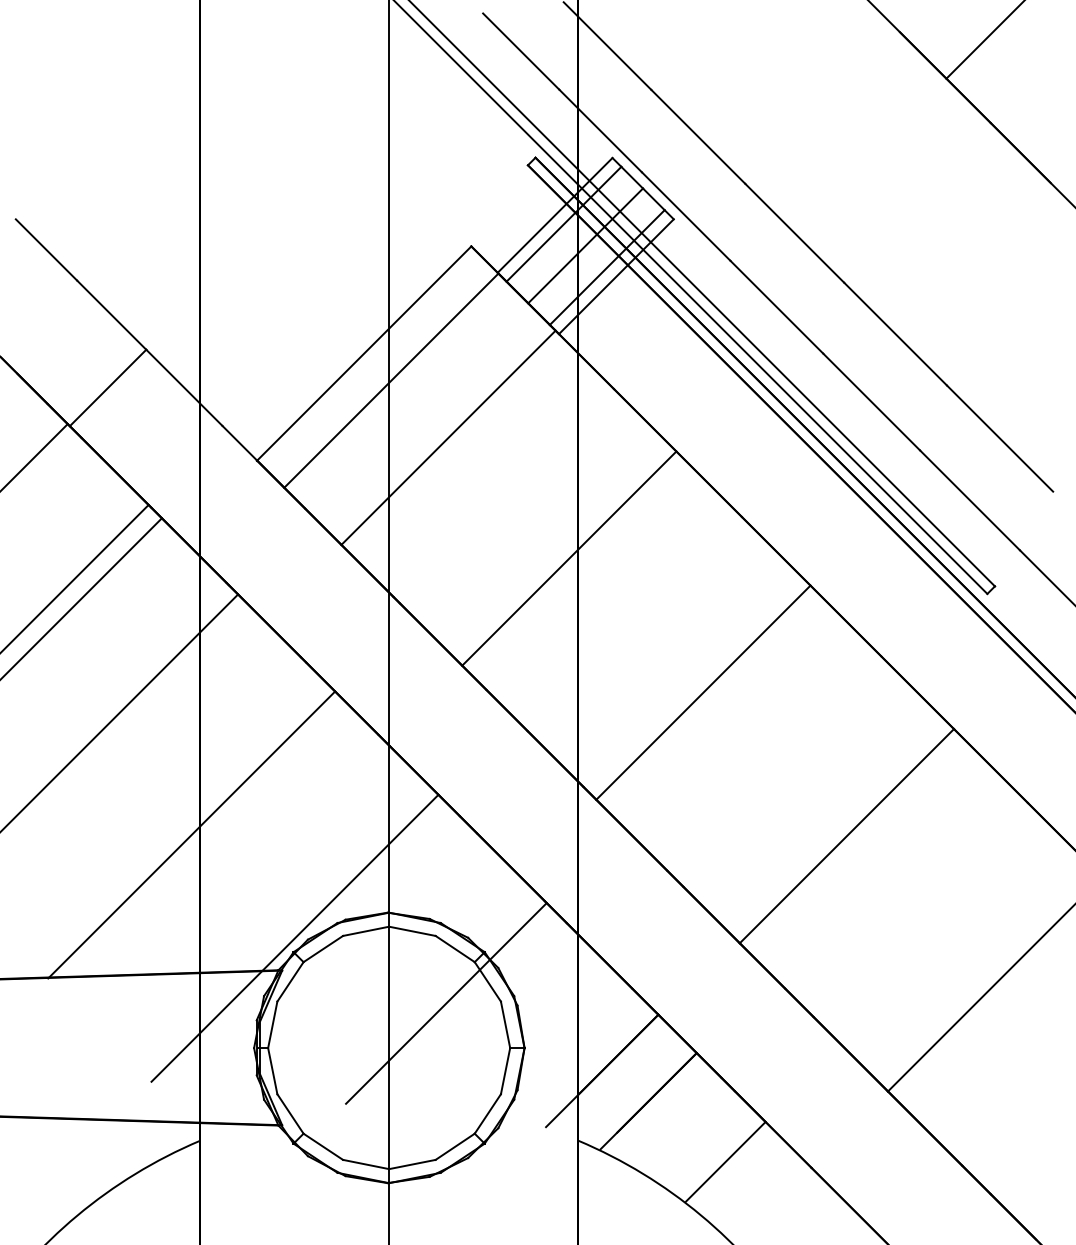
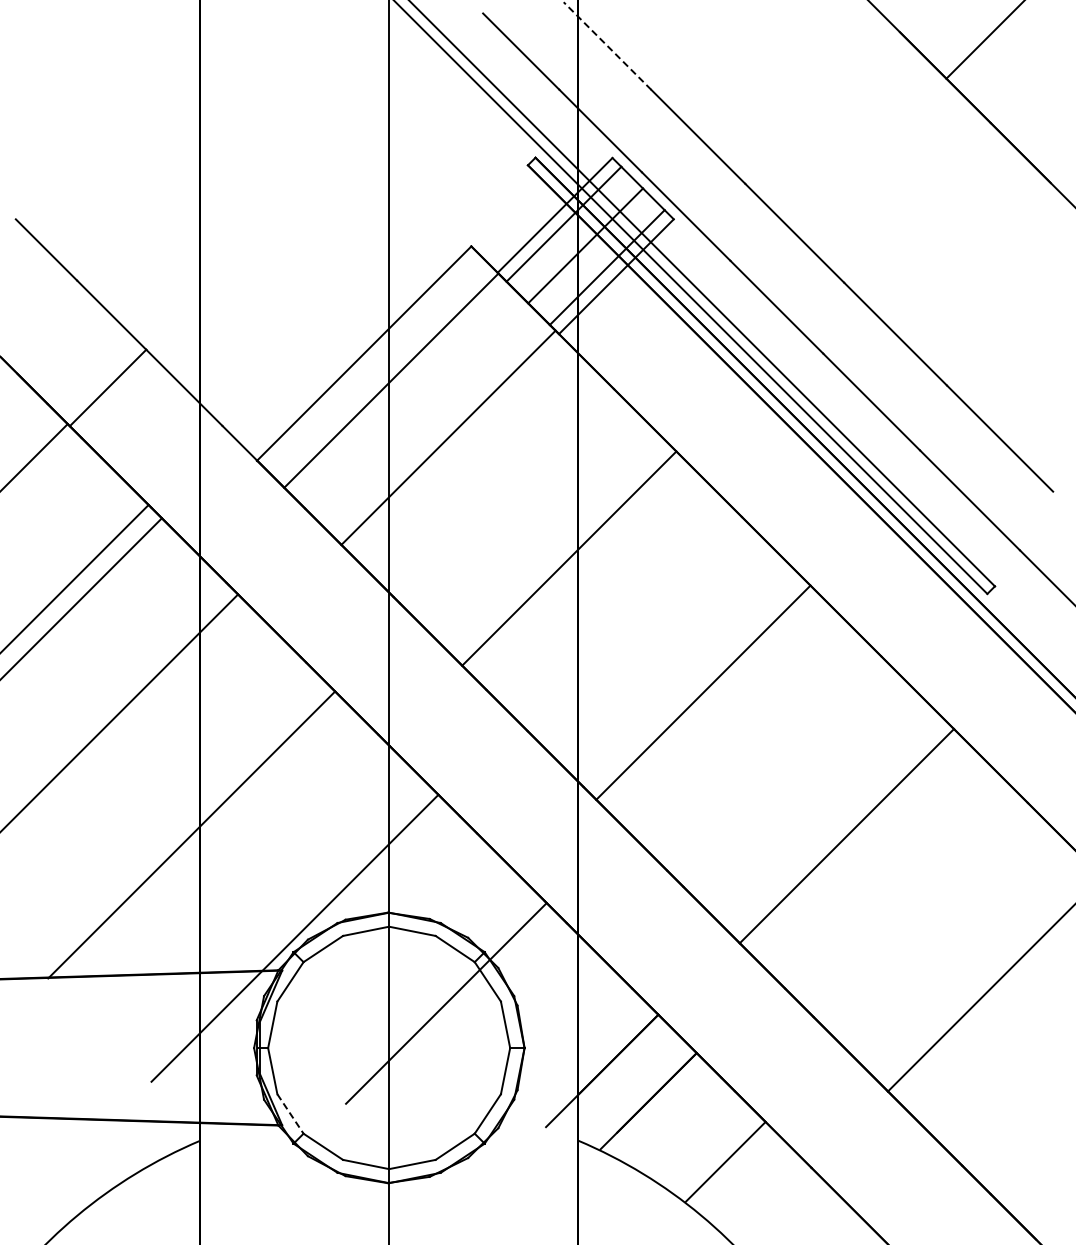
line at (607, 46): solid -> dashed
line at (290, 1113): solid -> dashed
